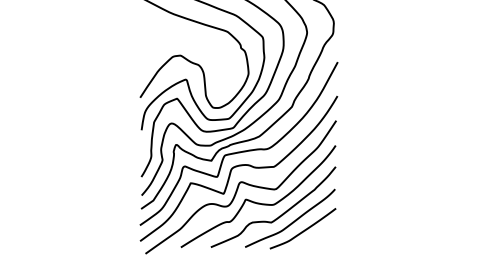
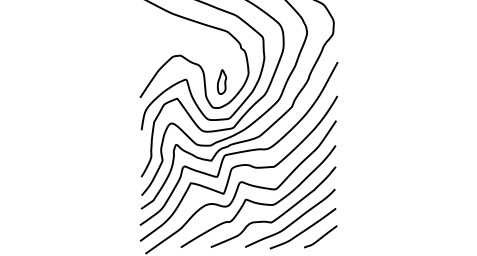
part at (222, 81): none -> present
curve at (321, 236): none -> present
